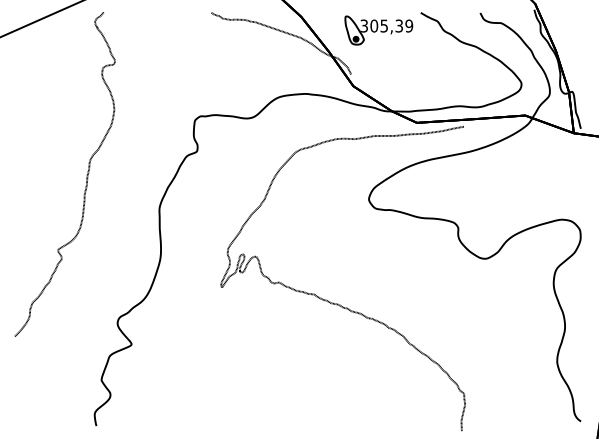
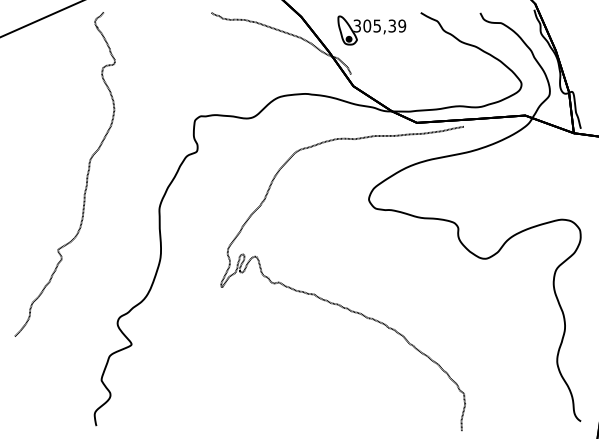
part at (378, 30) position: (378, 30) -> (371, 30)
